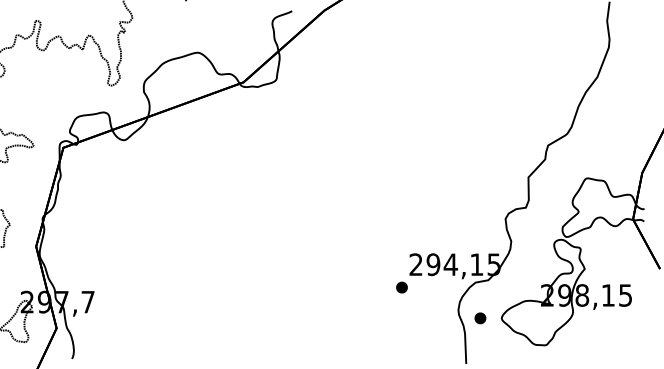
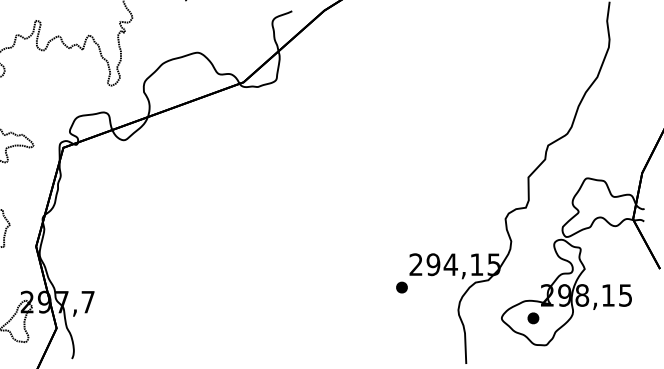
part at (480, 318) position: (480, 318) -> (533, 318)
